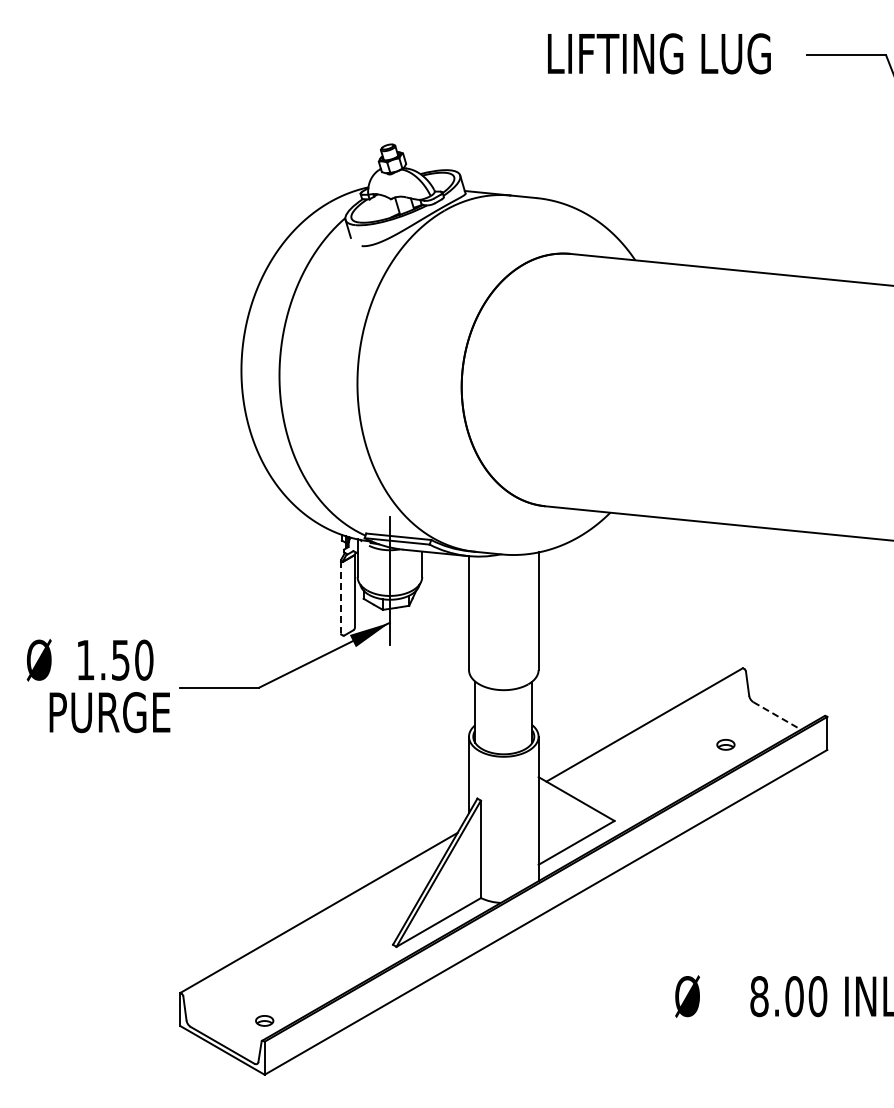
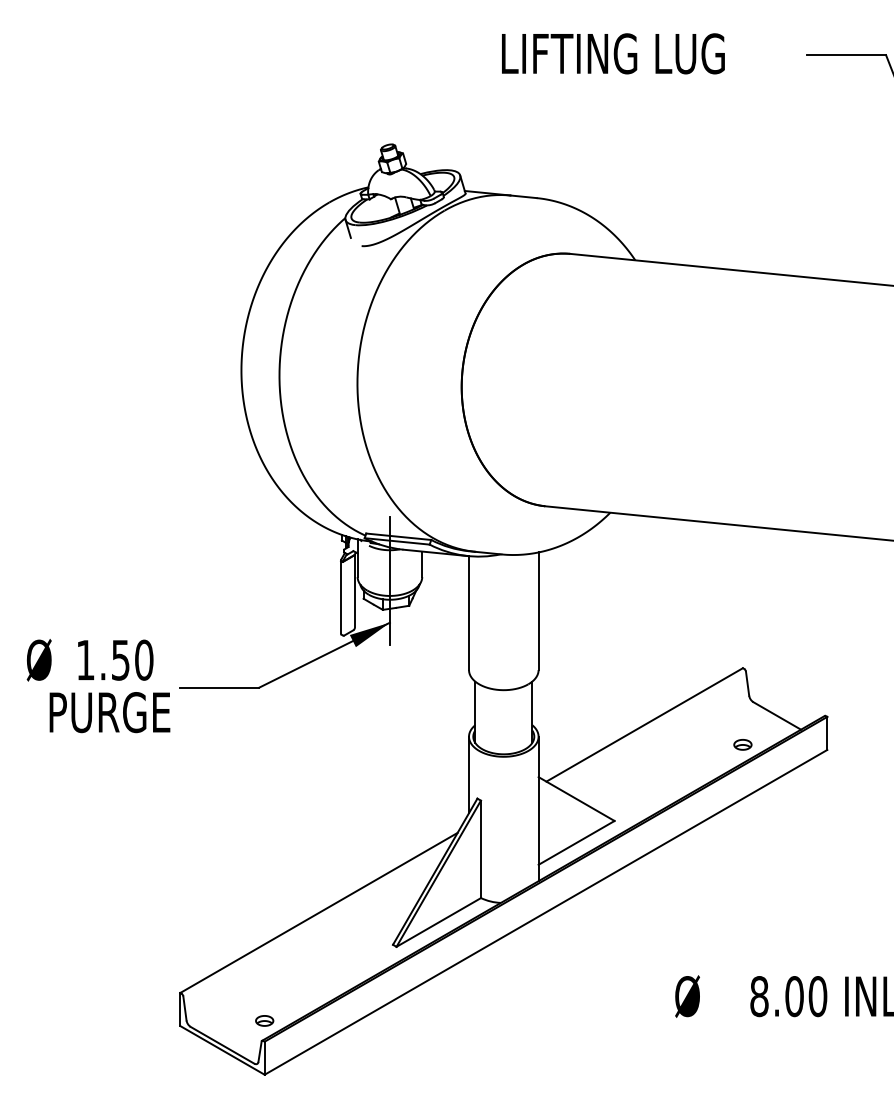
text at (659, 53) position: (659, 53) -> (613, 53)
line at (340, 597): dashed -> solid
line at (777, 715): dashed -> solid
part at (725, 744) position: (725, 744) -> (742, 744)
